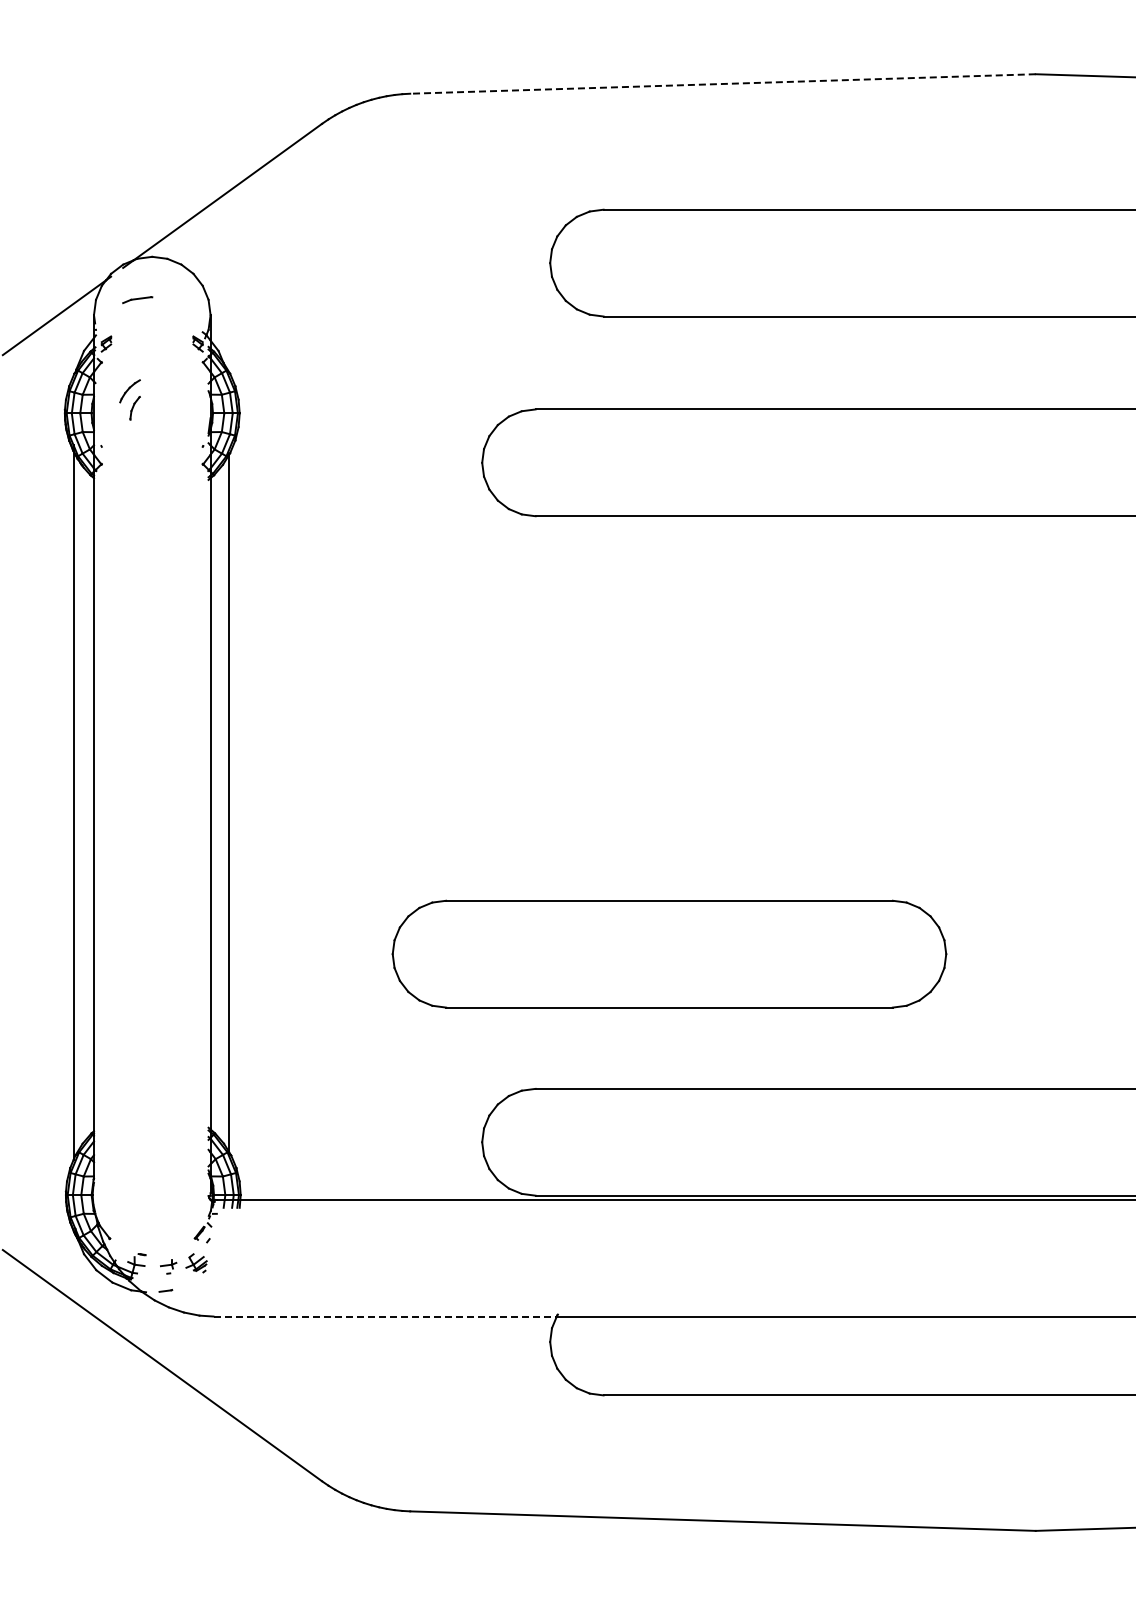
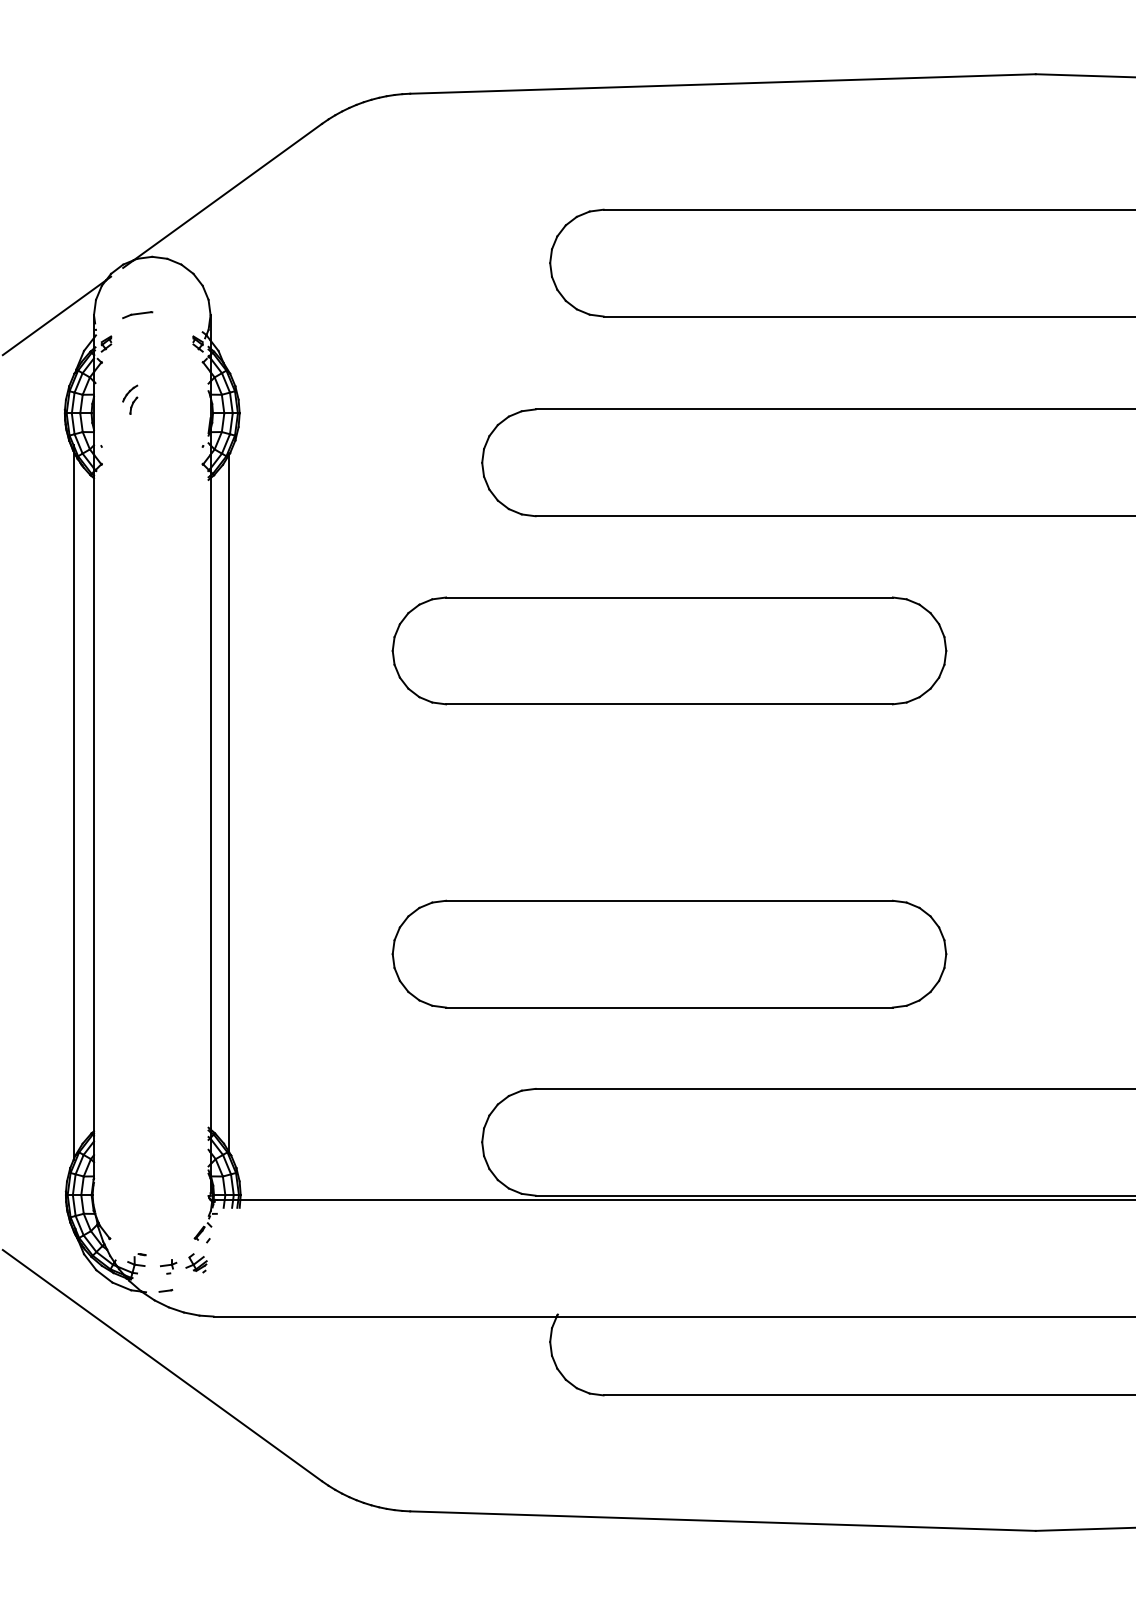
line at (722, 83): dashed -> solid
part at (137, 300) position: (137, 300) -> (137, 315)
part at (129, 399) size: 22x42 px -> 17x31 px
part at (669, 650): none -> present
line at (385, 1316): dashed -> solid
